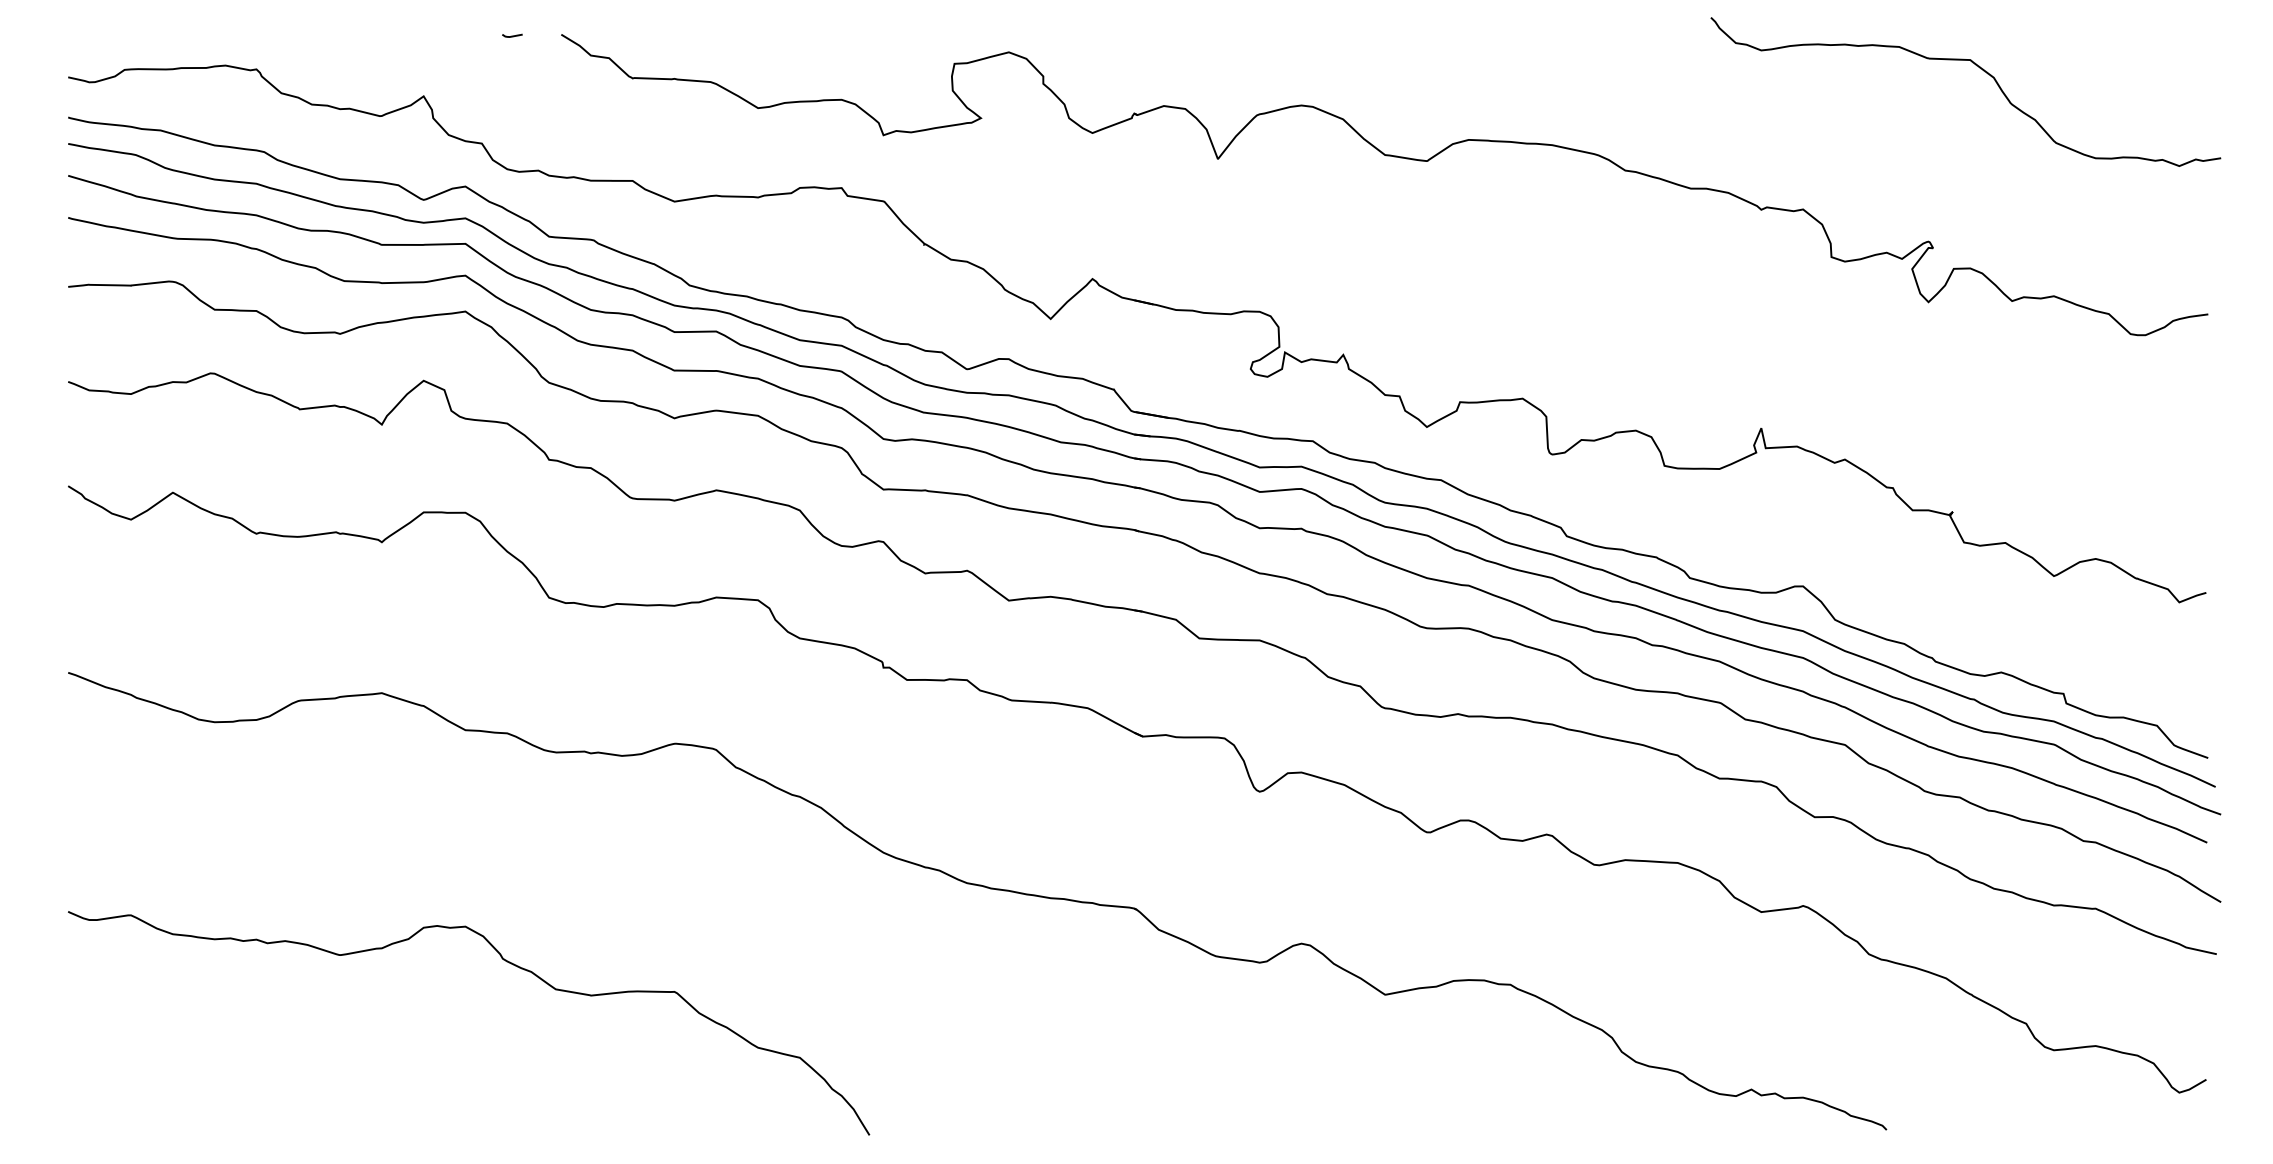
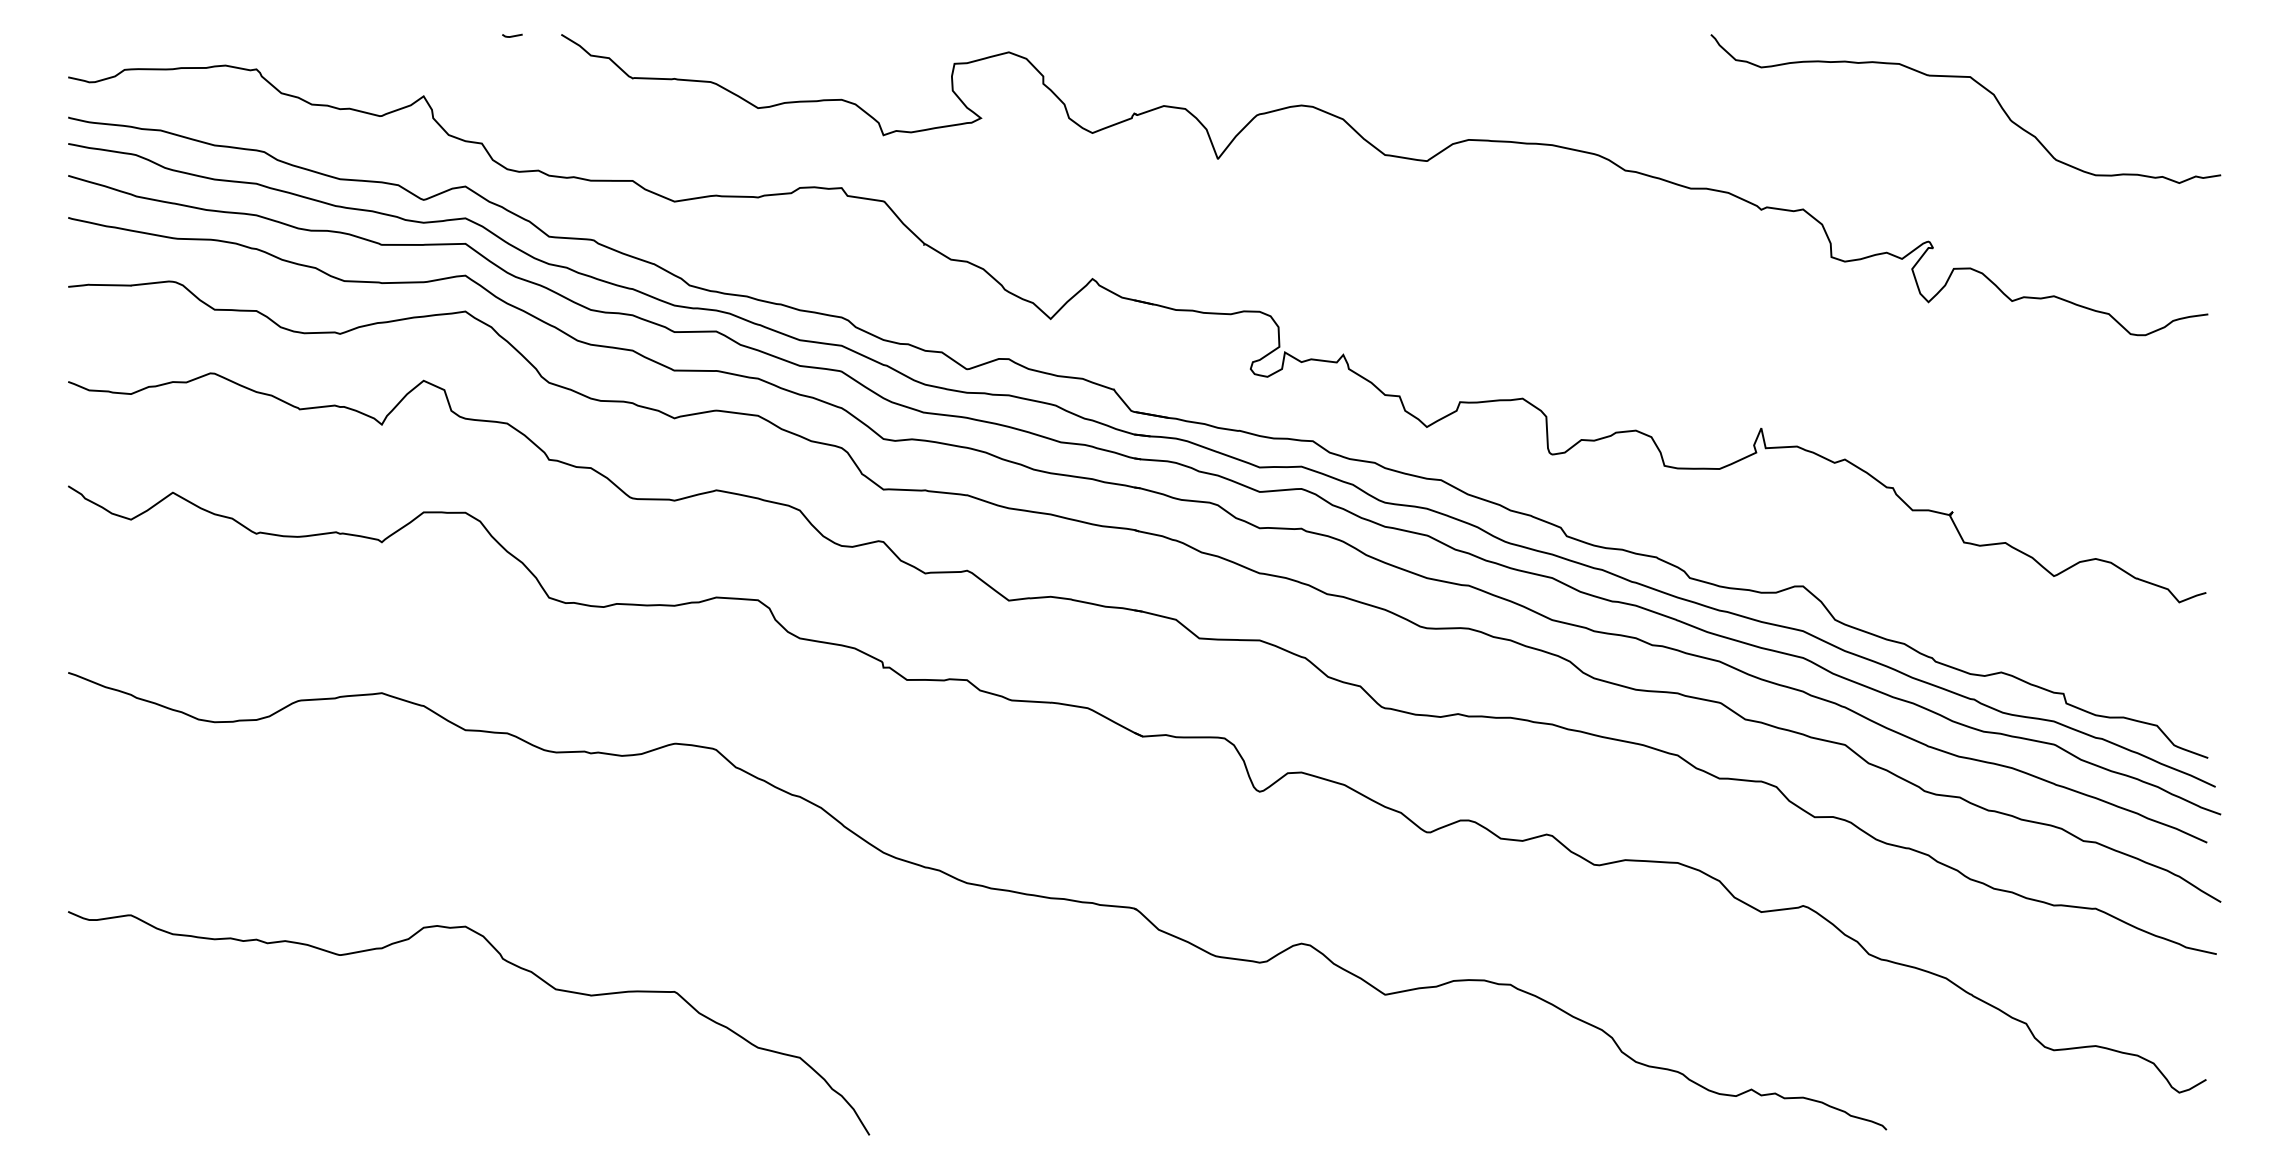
curve at (1983, 71) position: (1983, 71) -> (1983, 88)
